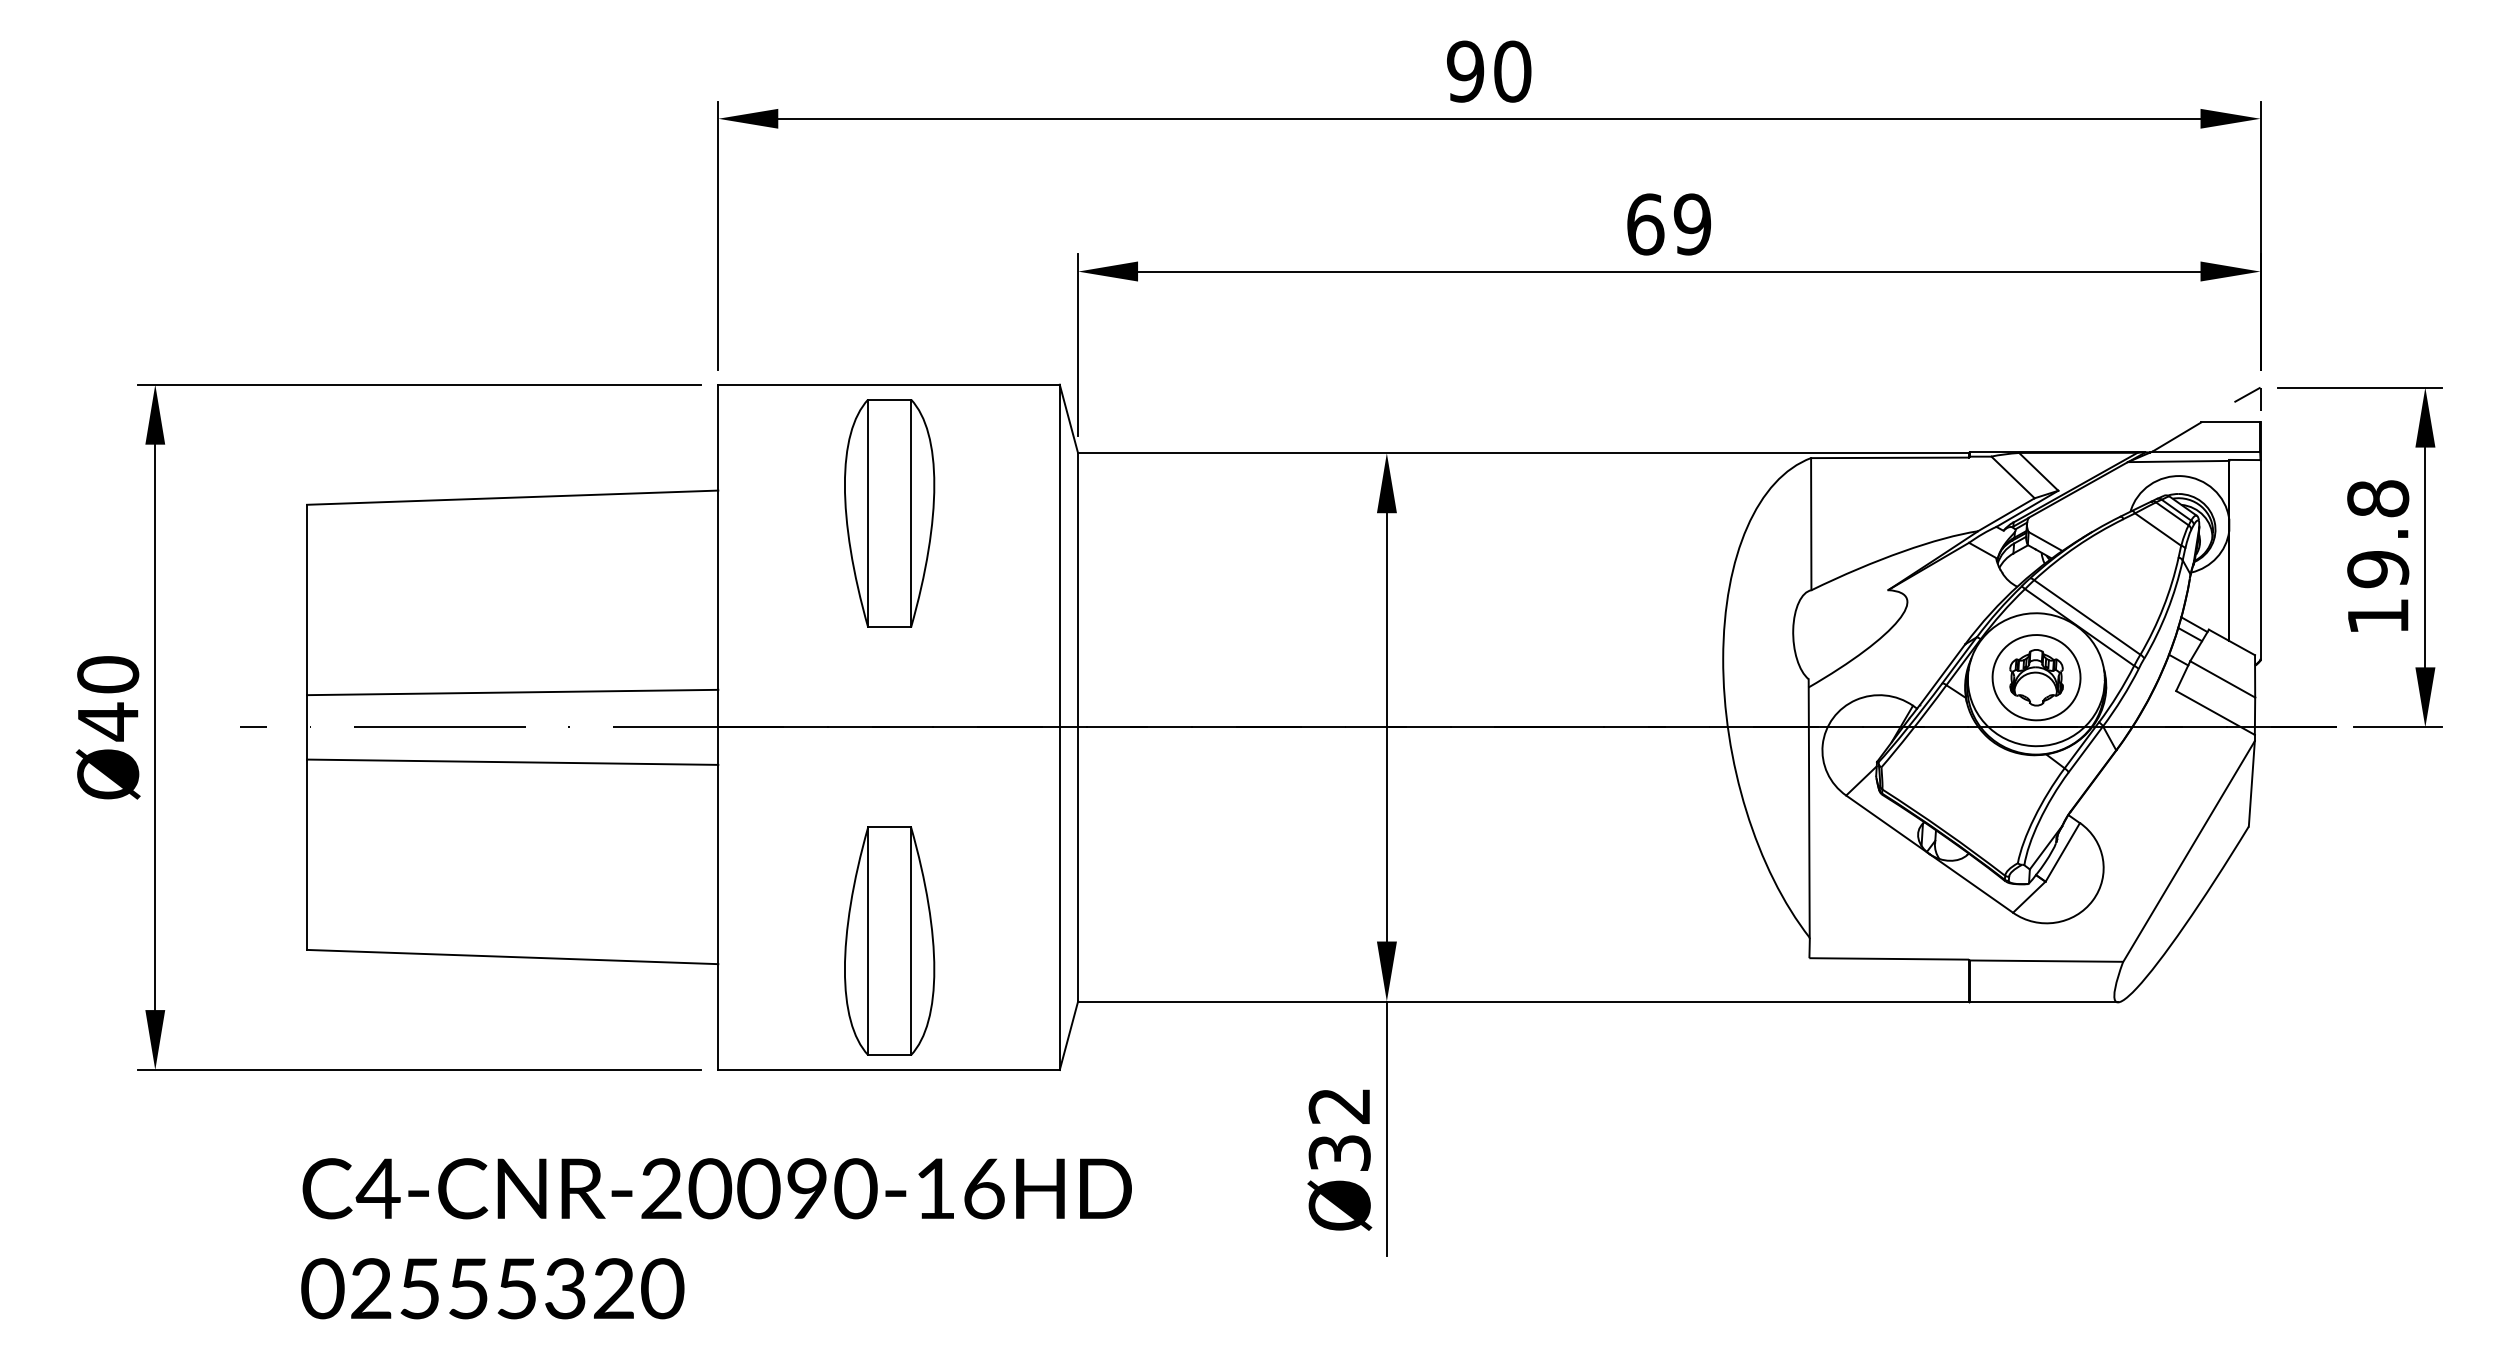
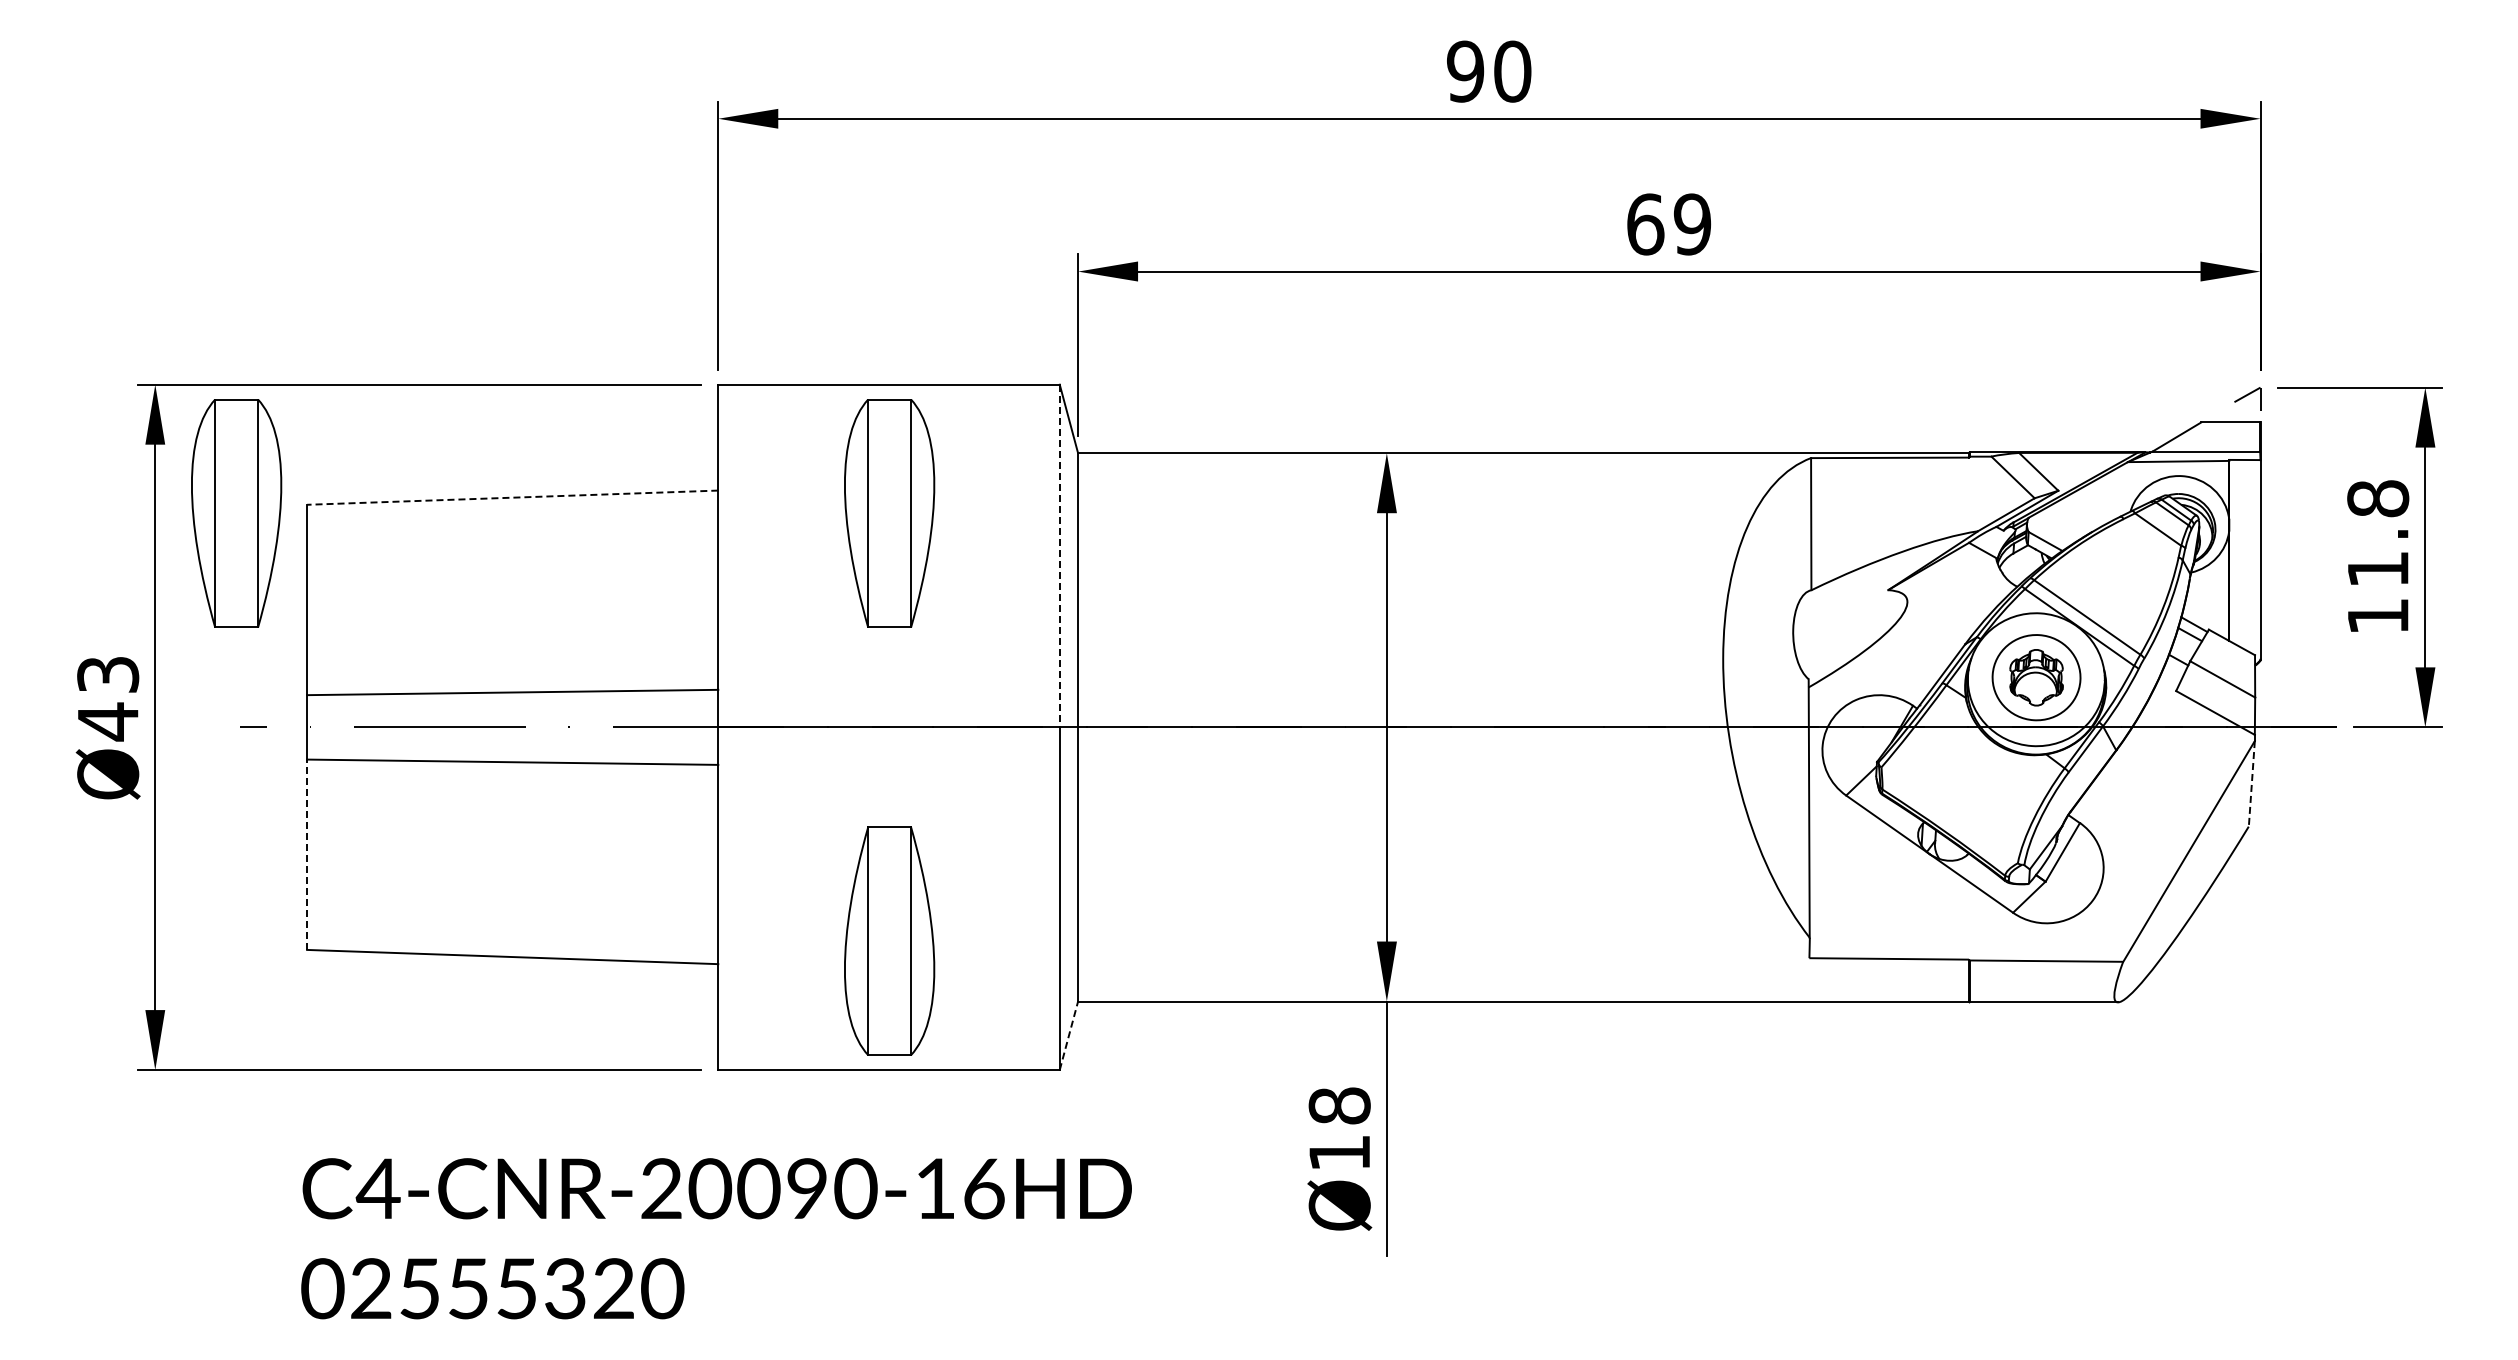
line at (512, 497): solid -> dashed
part at (236, 513): none -> present
line at (1059, 556): solid -> dashed
text at (2378, 569): 19.8 -> 11.8
text at (108, 674): Ø40 -> Ø43
line at (2251, 783): solid -> dashed
line at (307, 854): solid -> dashed
line at (1069, 1035): solid -> dashed
text at (1339, 1128): Ø32 -> Ø18
